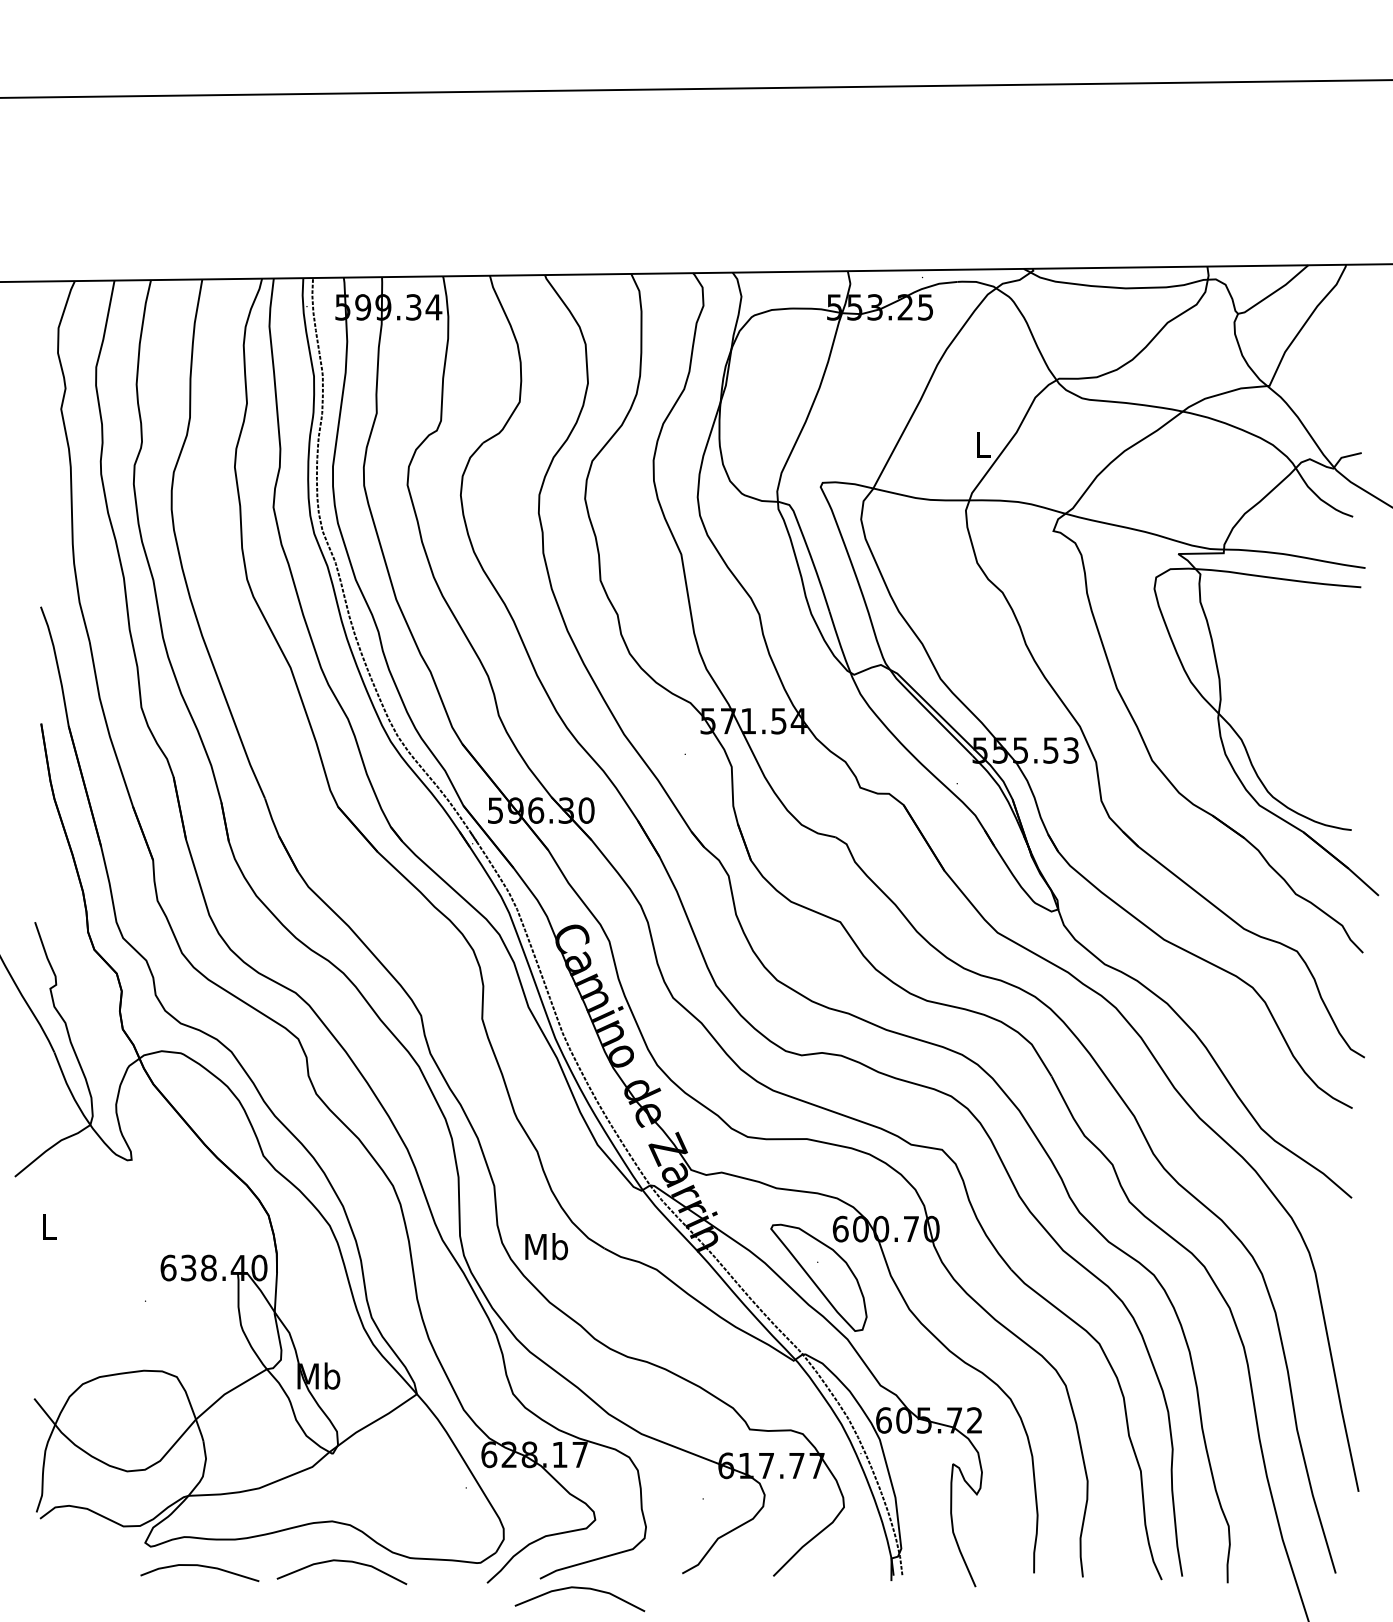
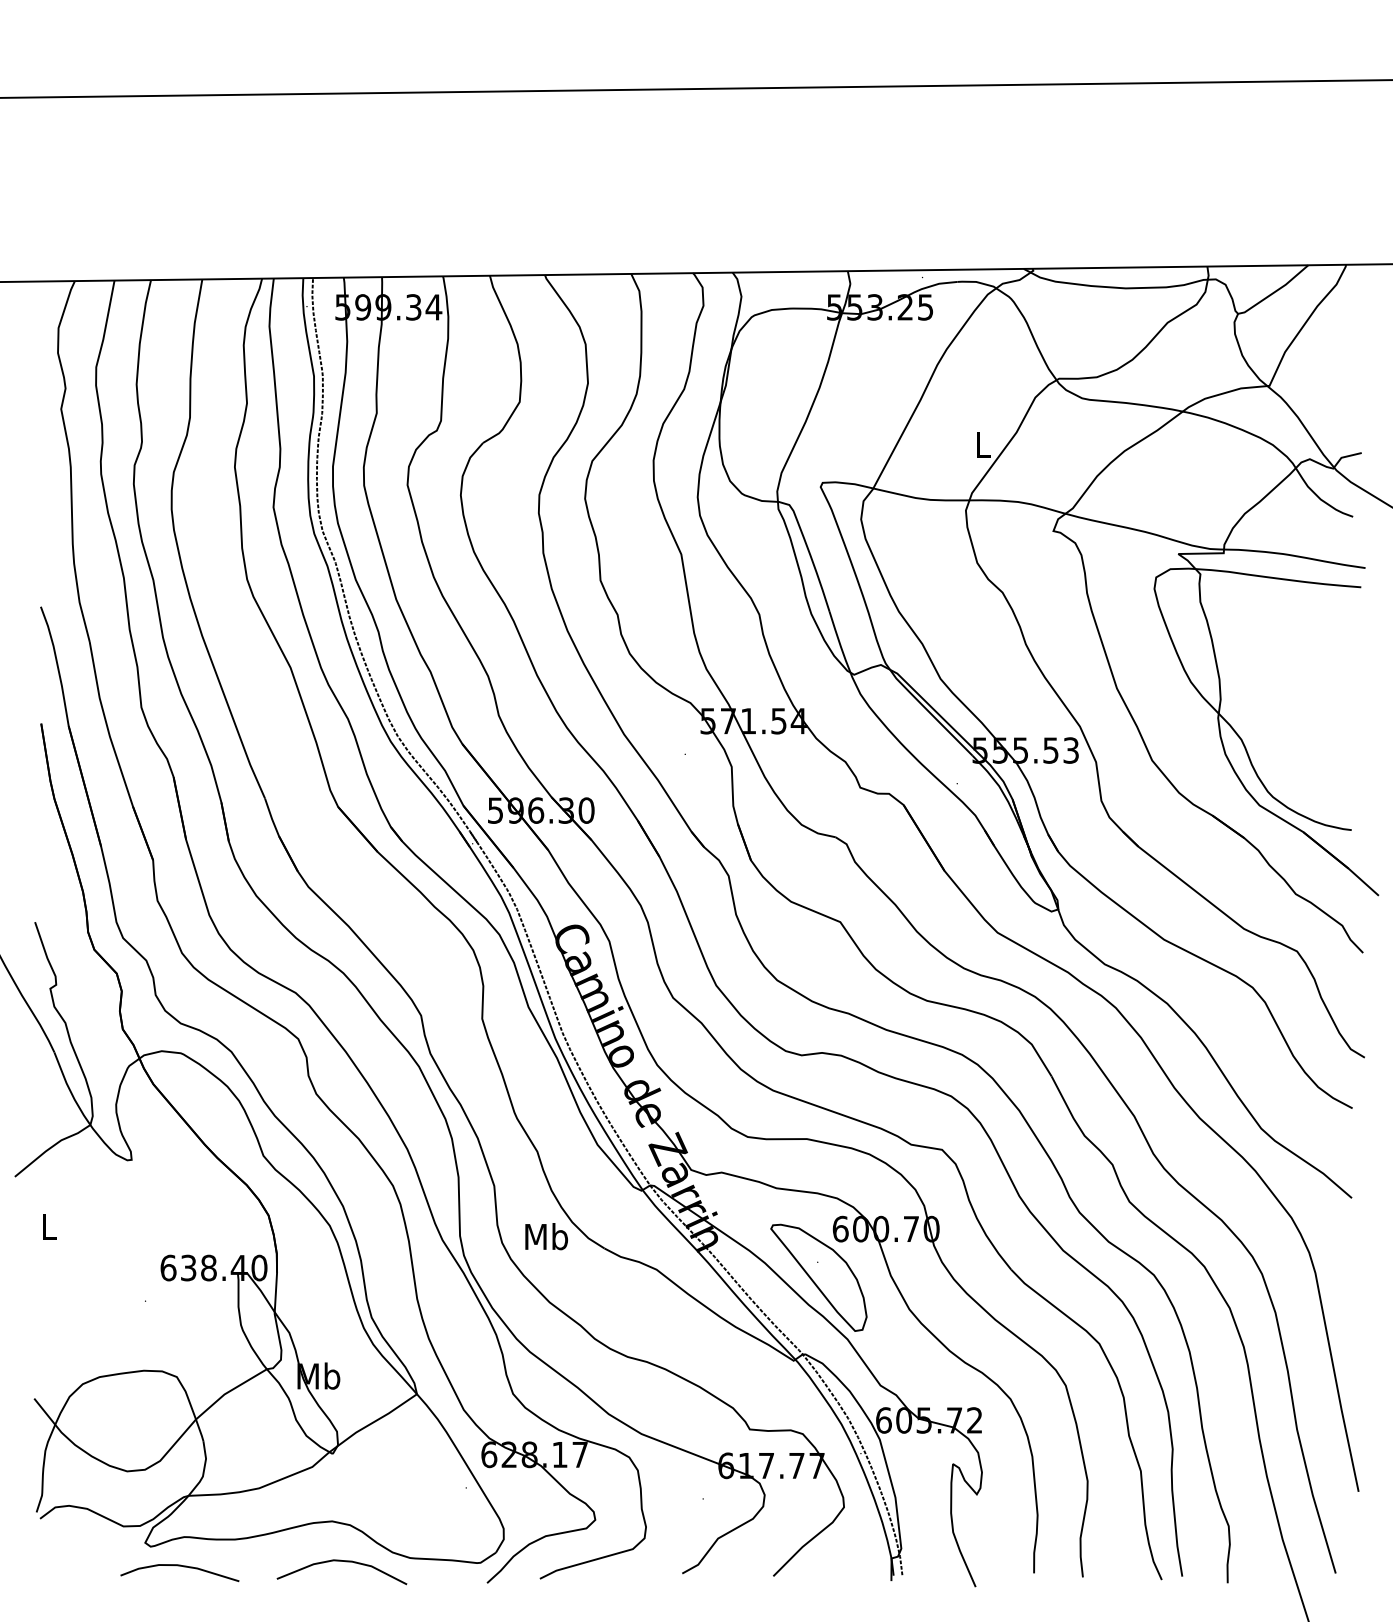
text at (546, 1246) position: (546, 1246) -> (546, 1236)
curve at (199, 1566) position: (199, 1566) -> (179, 1566)
curve at (583, 1589): present -> none
